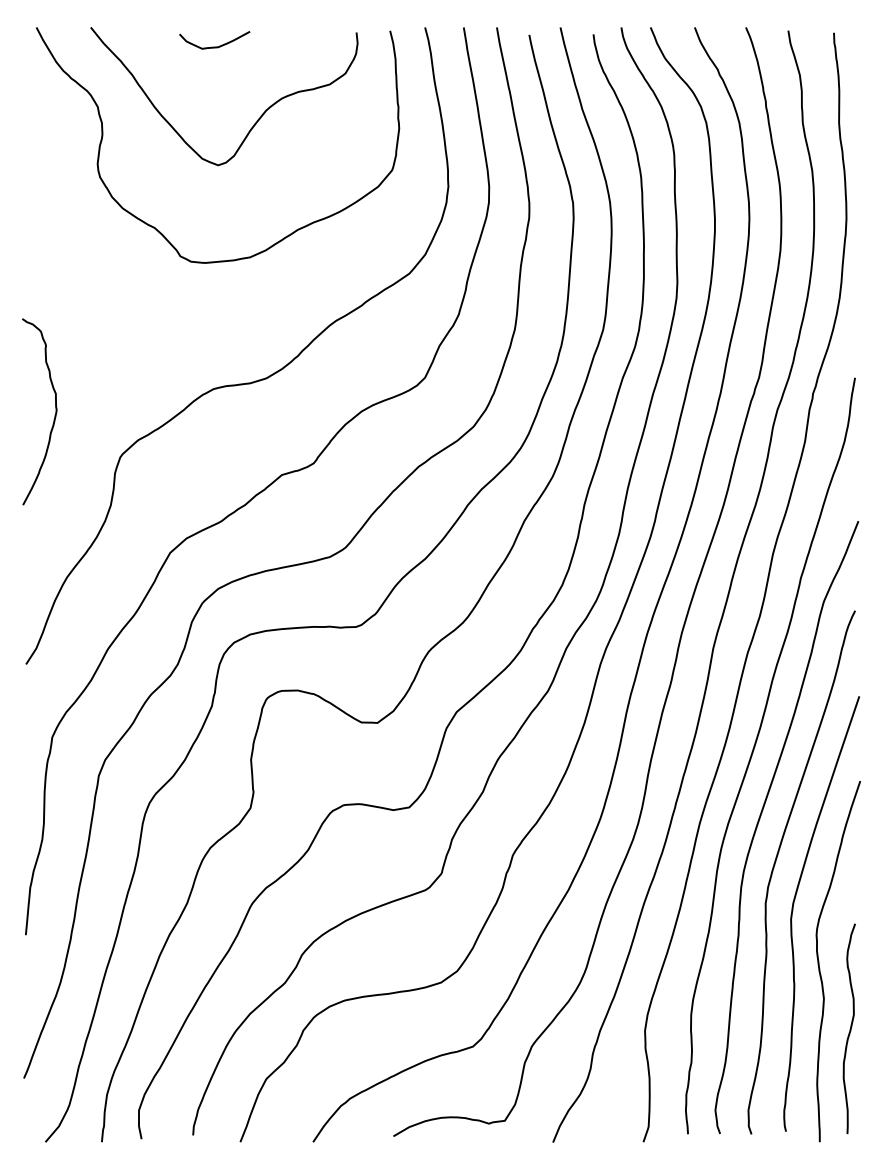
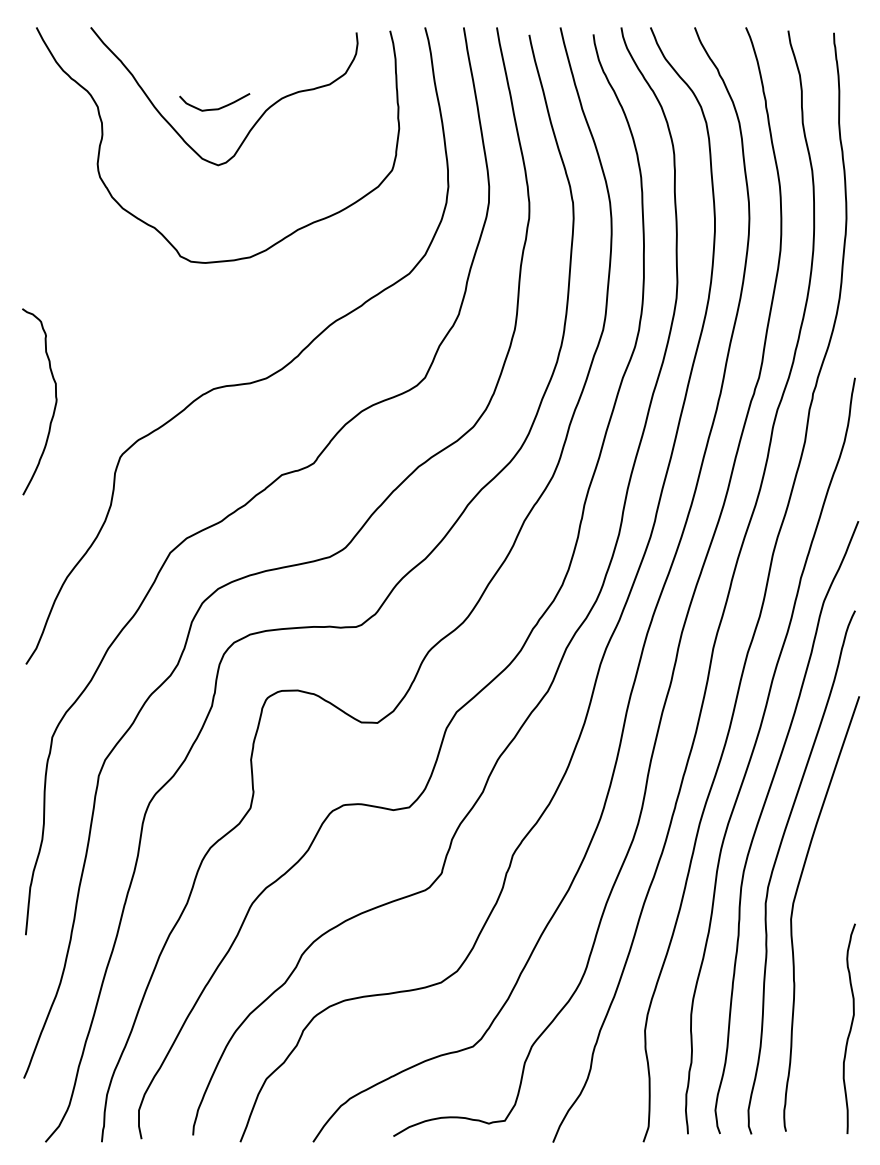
curve at (214, 46) position: (214, 46) -> (214, 108)
curve at (54, 415) position: (54, 415) -> (54, 405)
curve at (819, 961): present -> none
